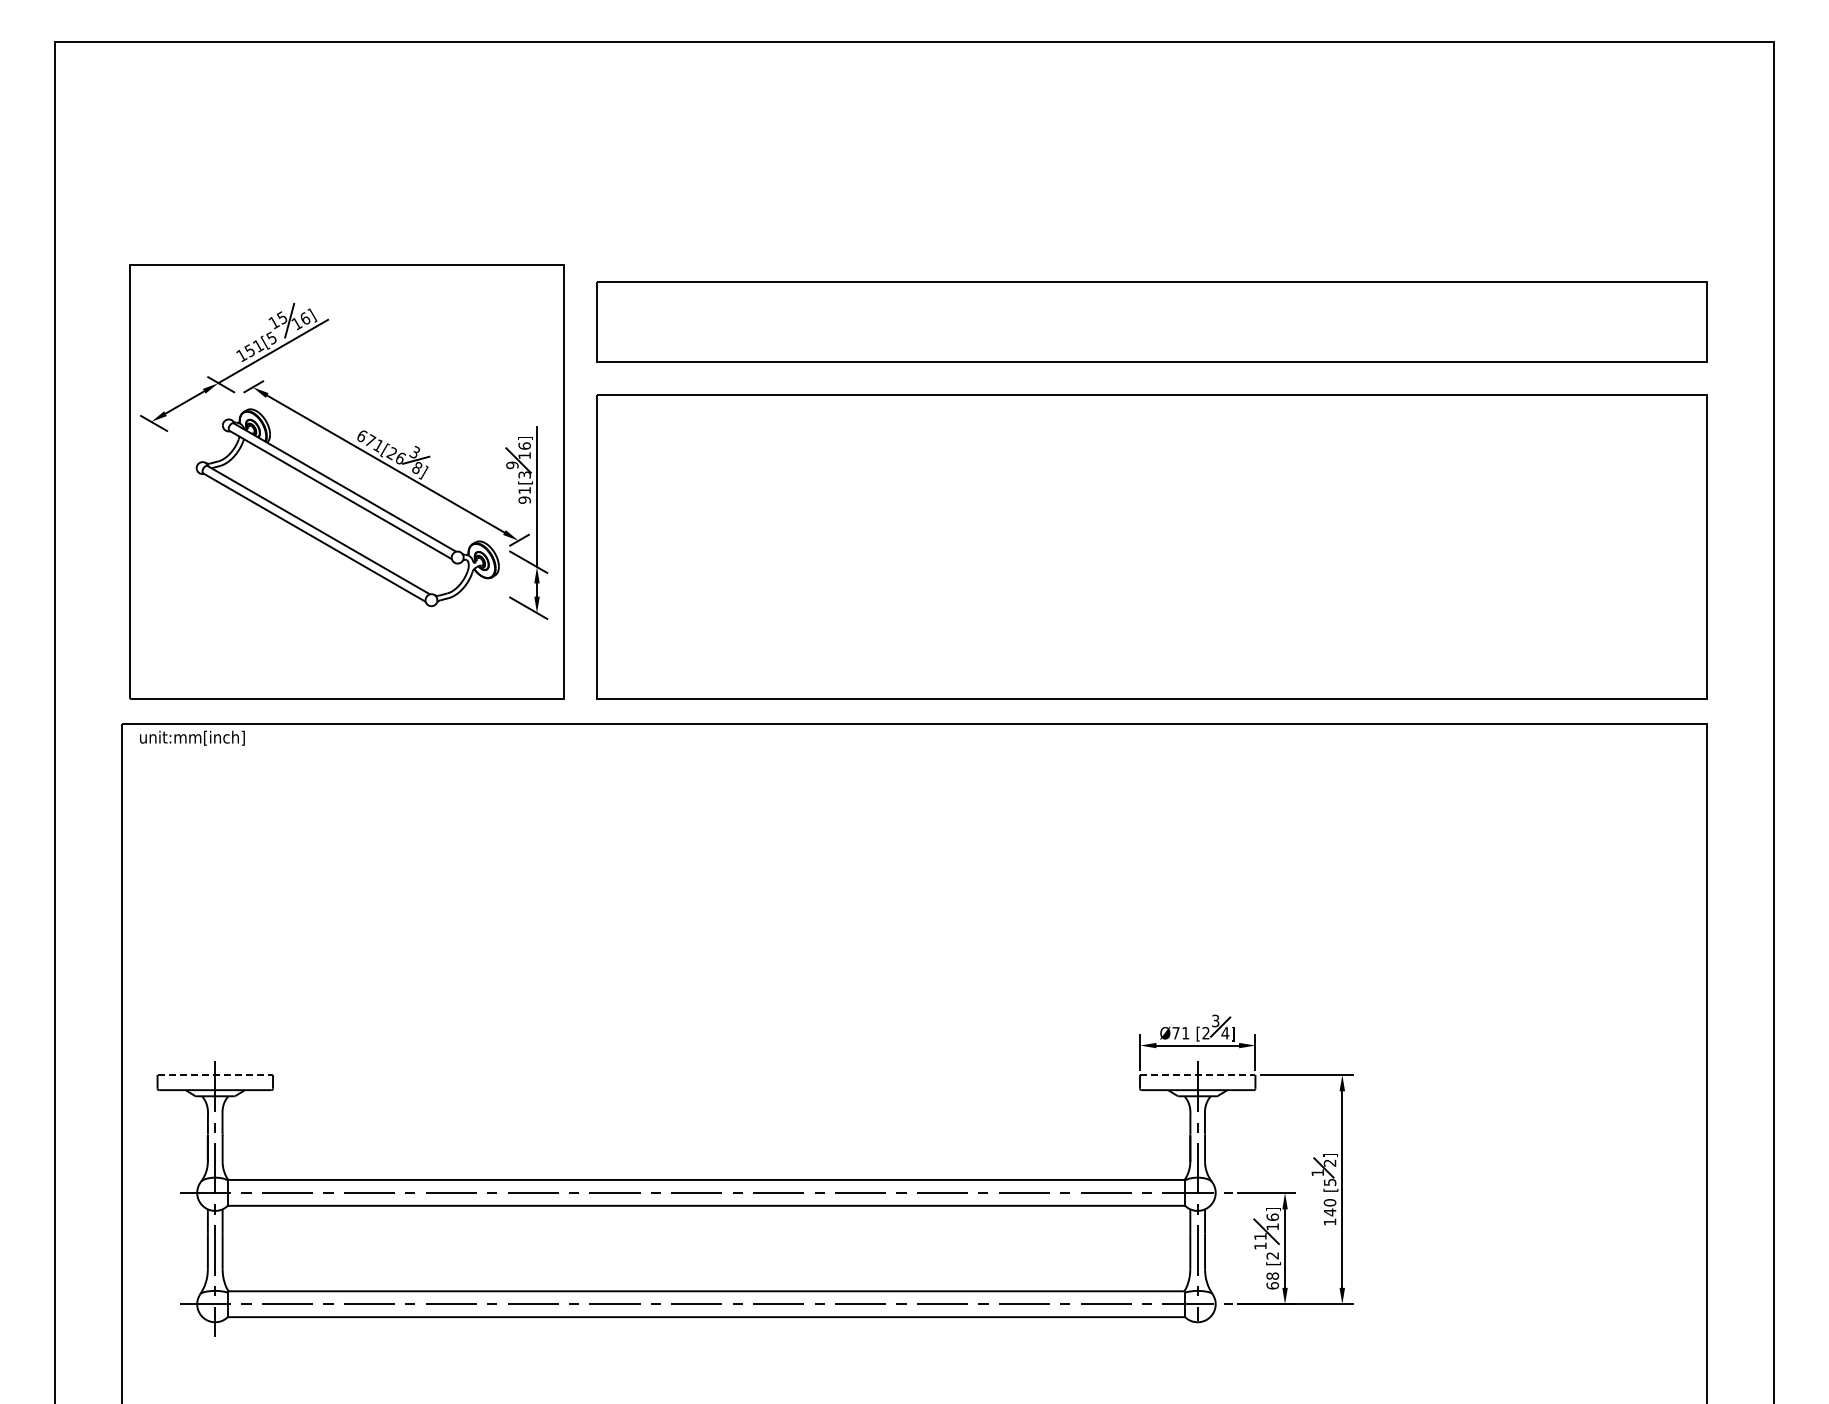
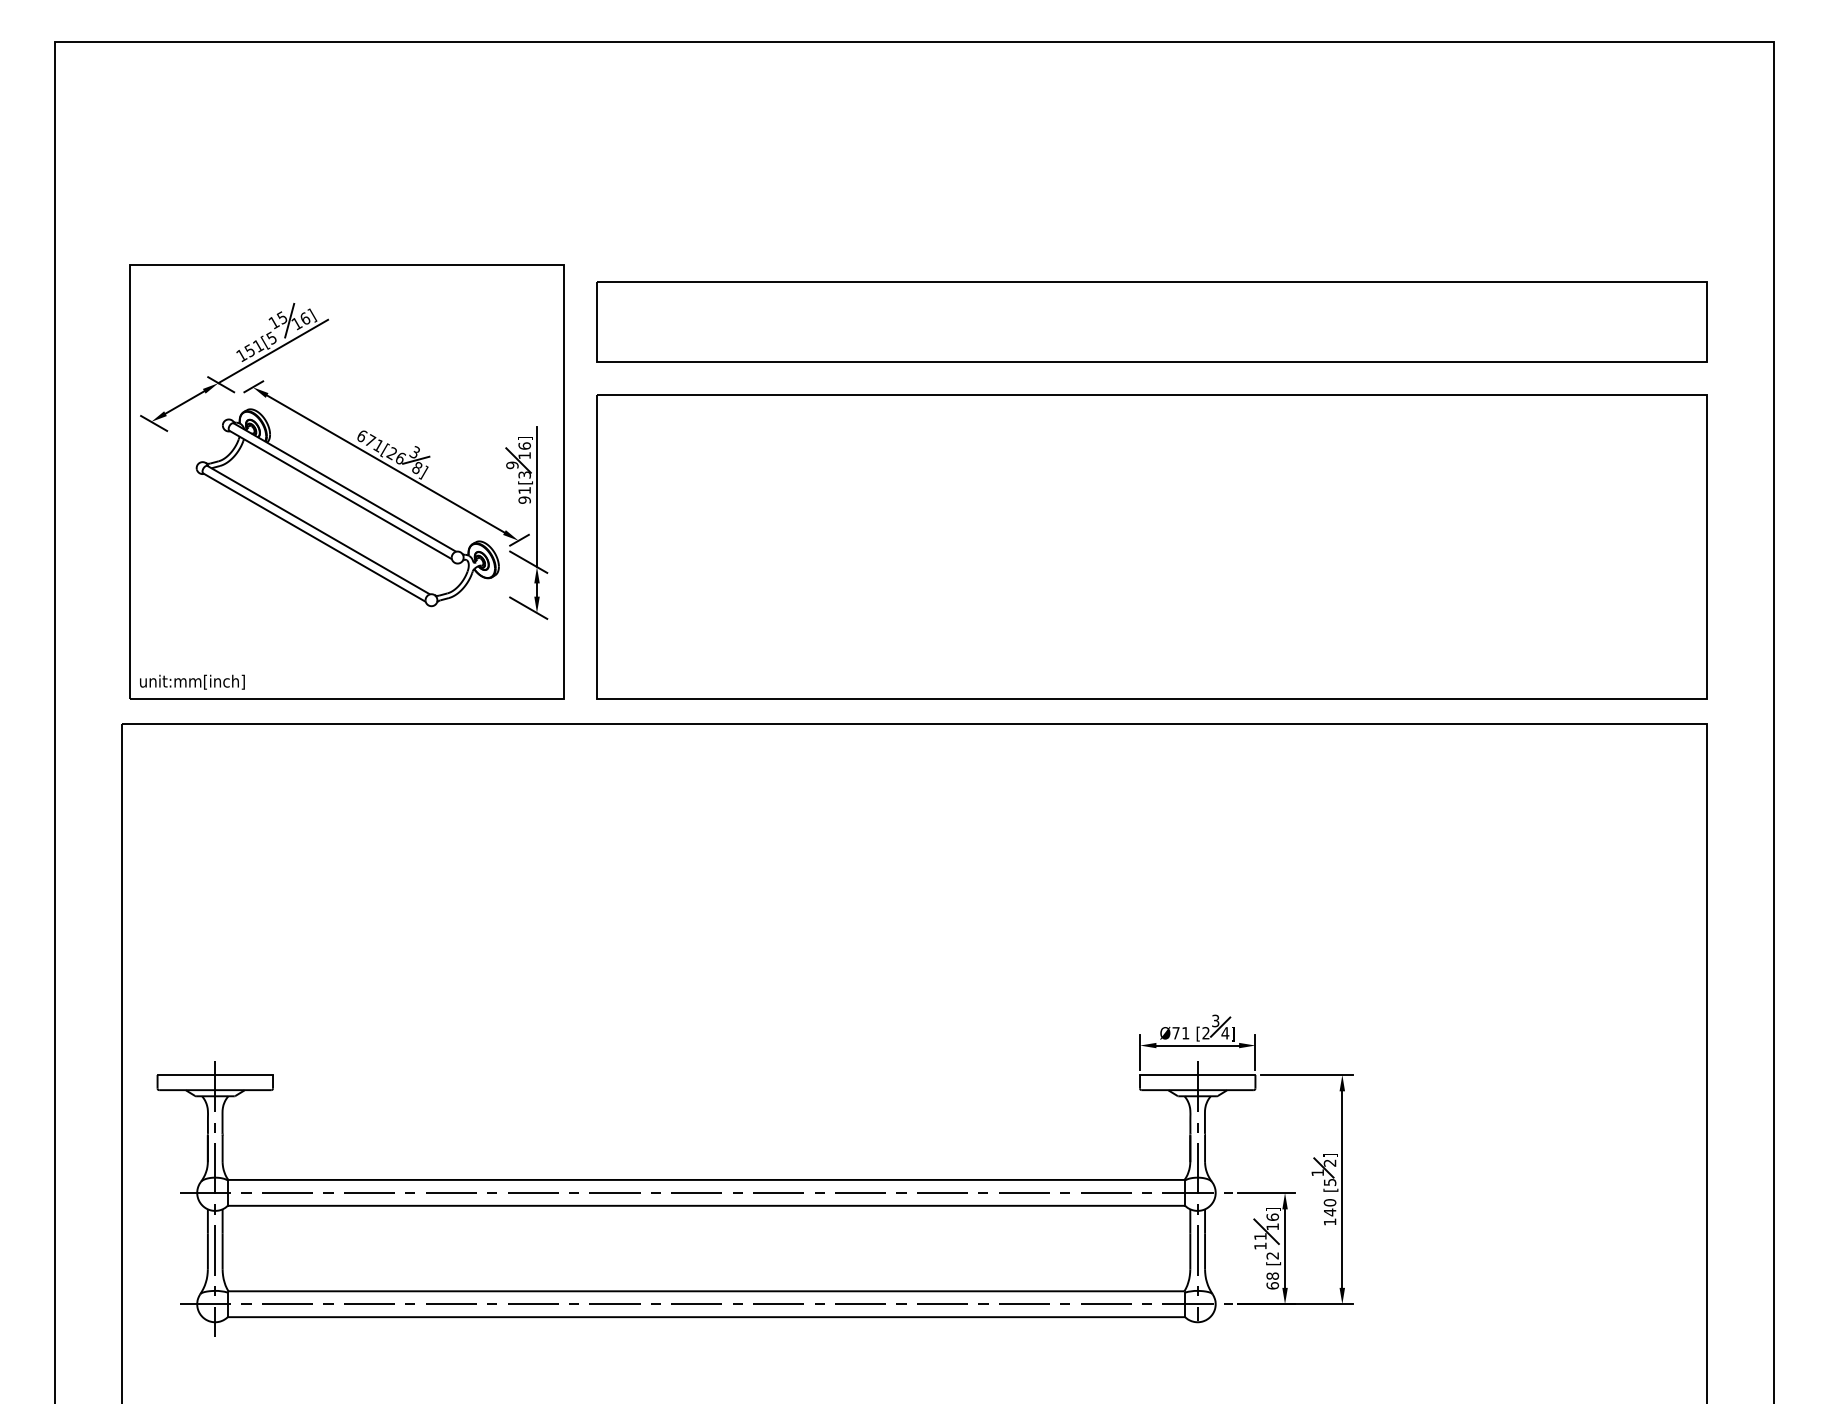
text at (192, 737) position: (192, 737) -> (192, 681)
line at (215, 1074): dashed -> solid
line at (1197, 1074): dashed -> solid
